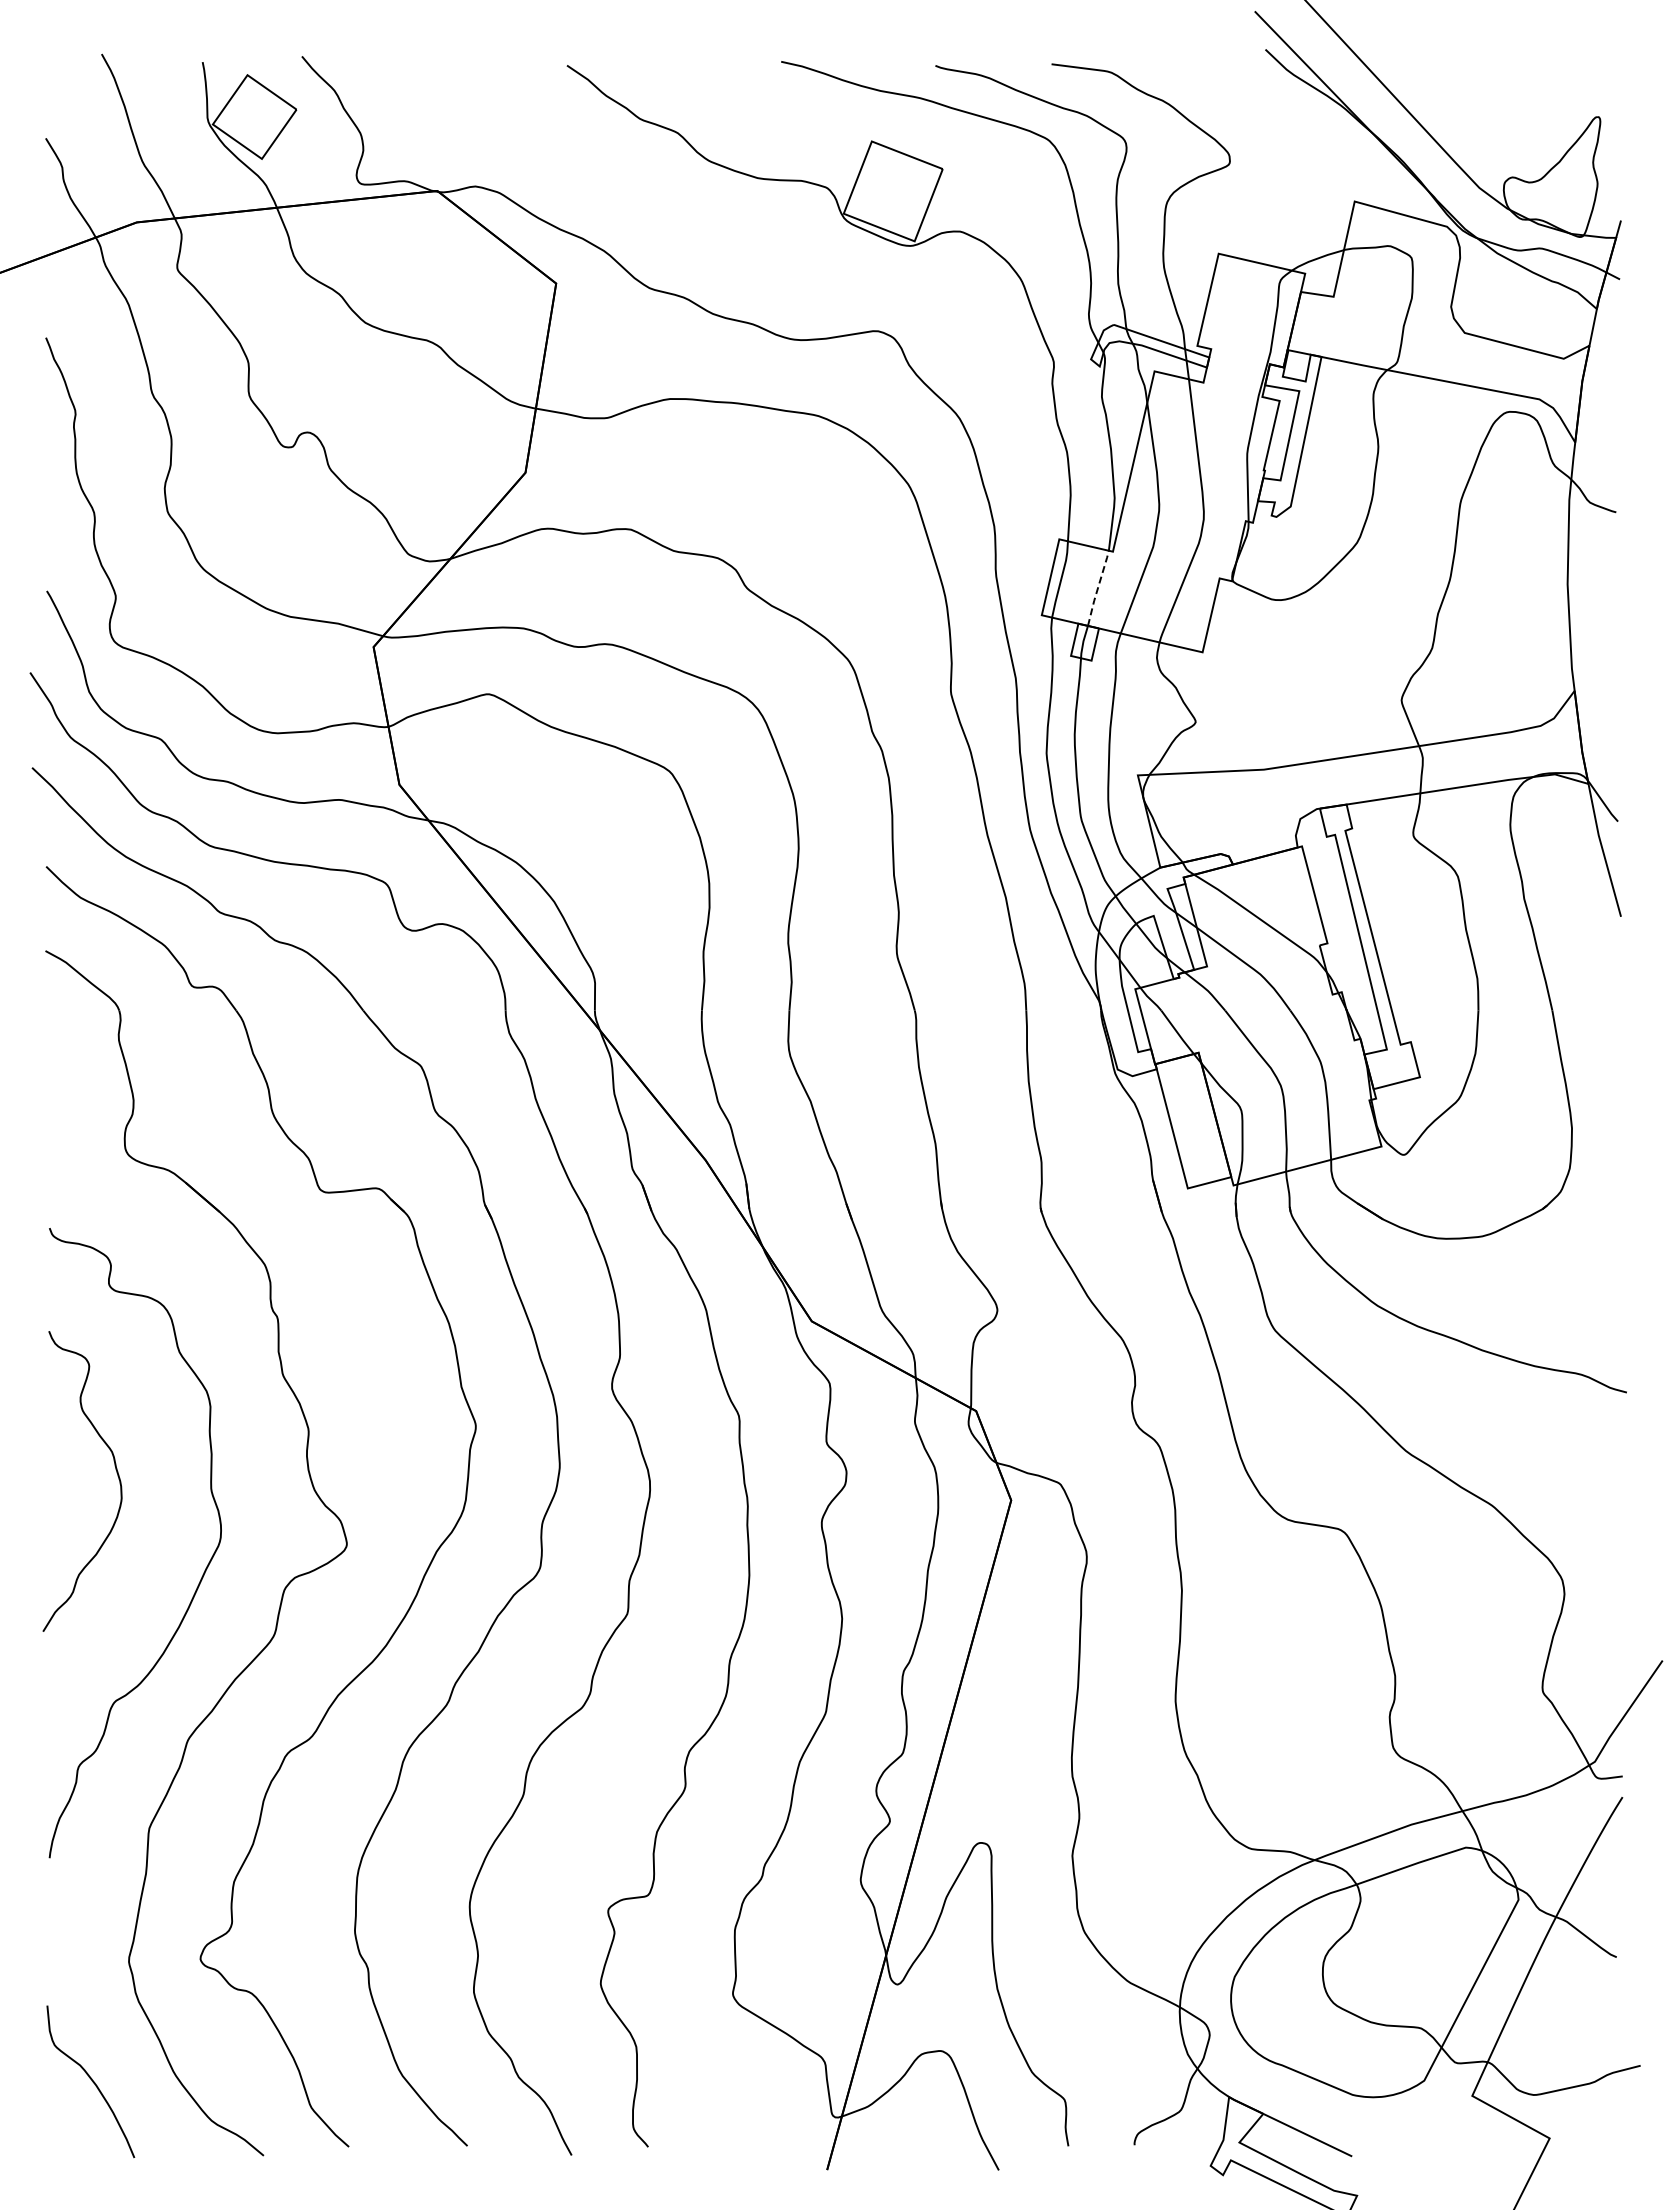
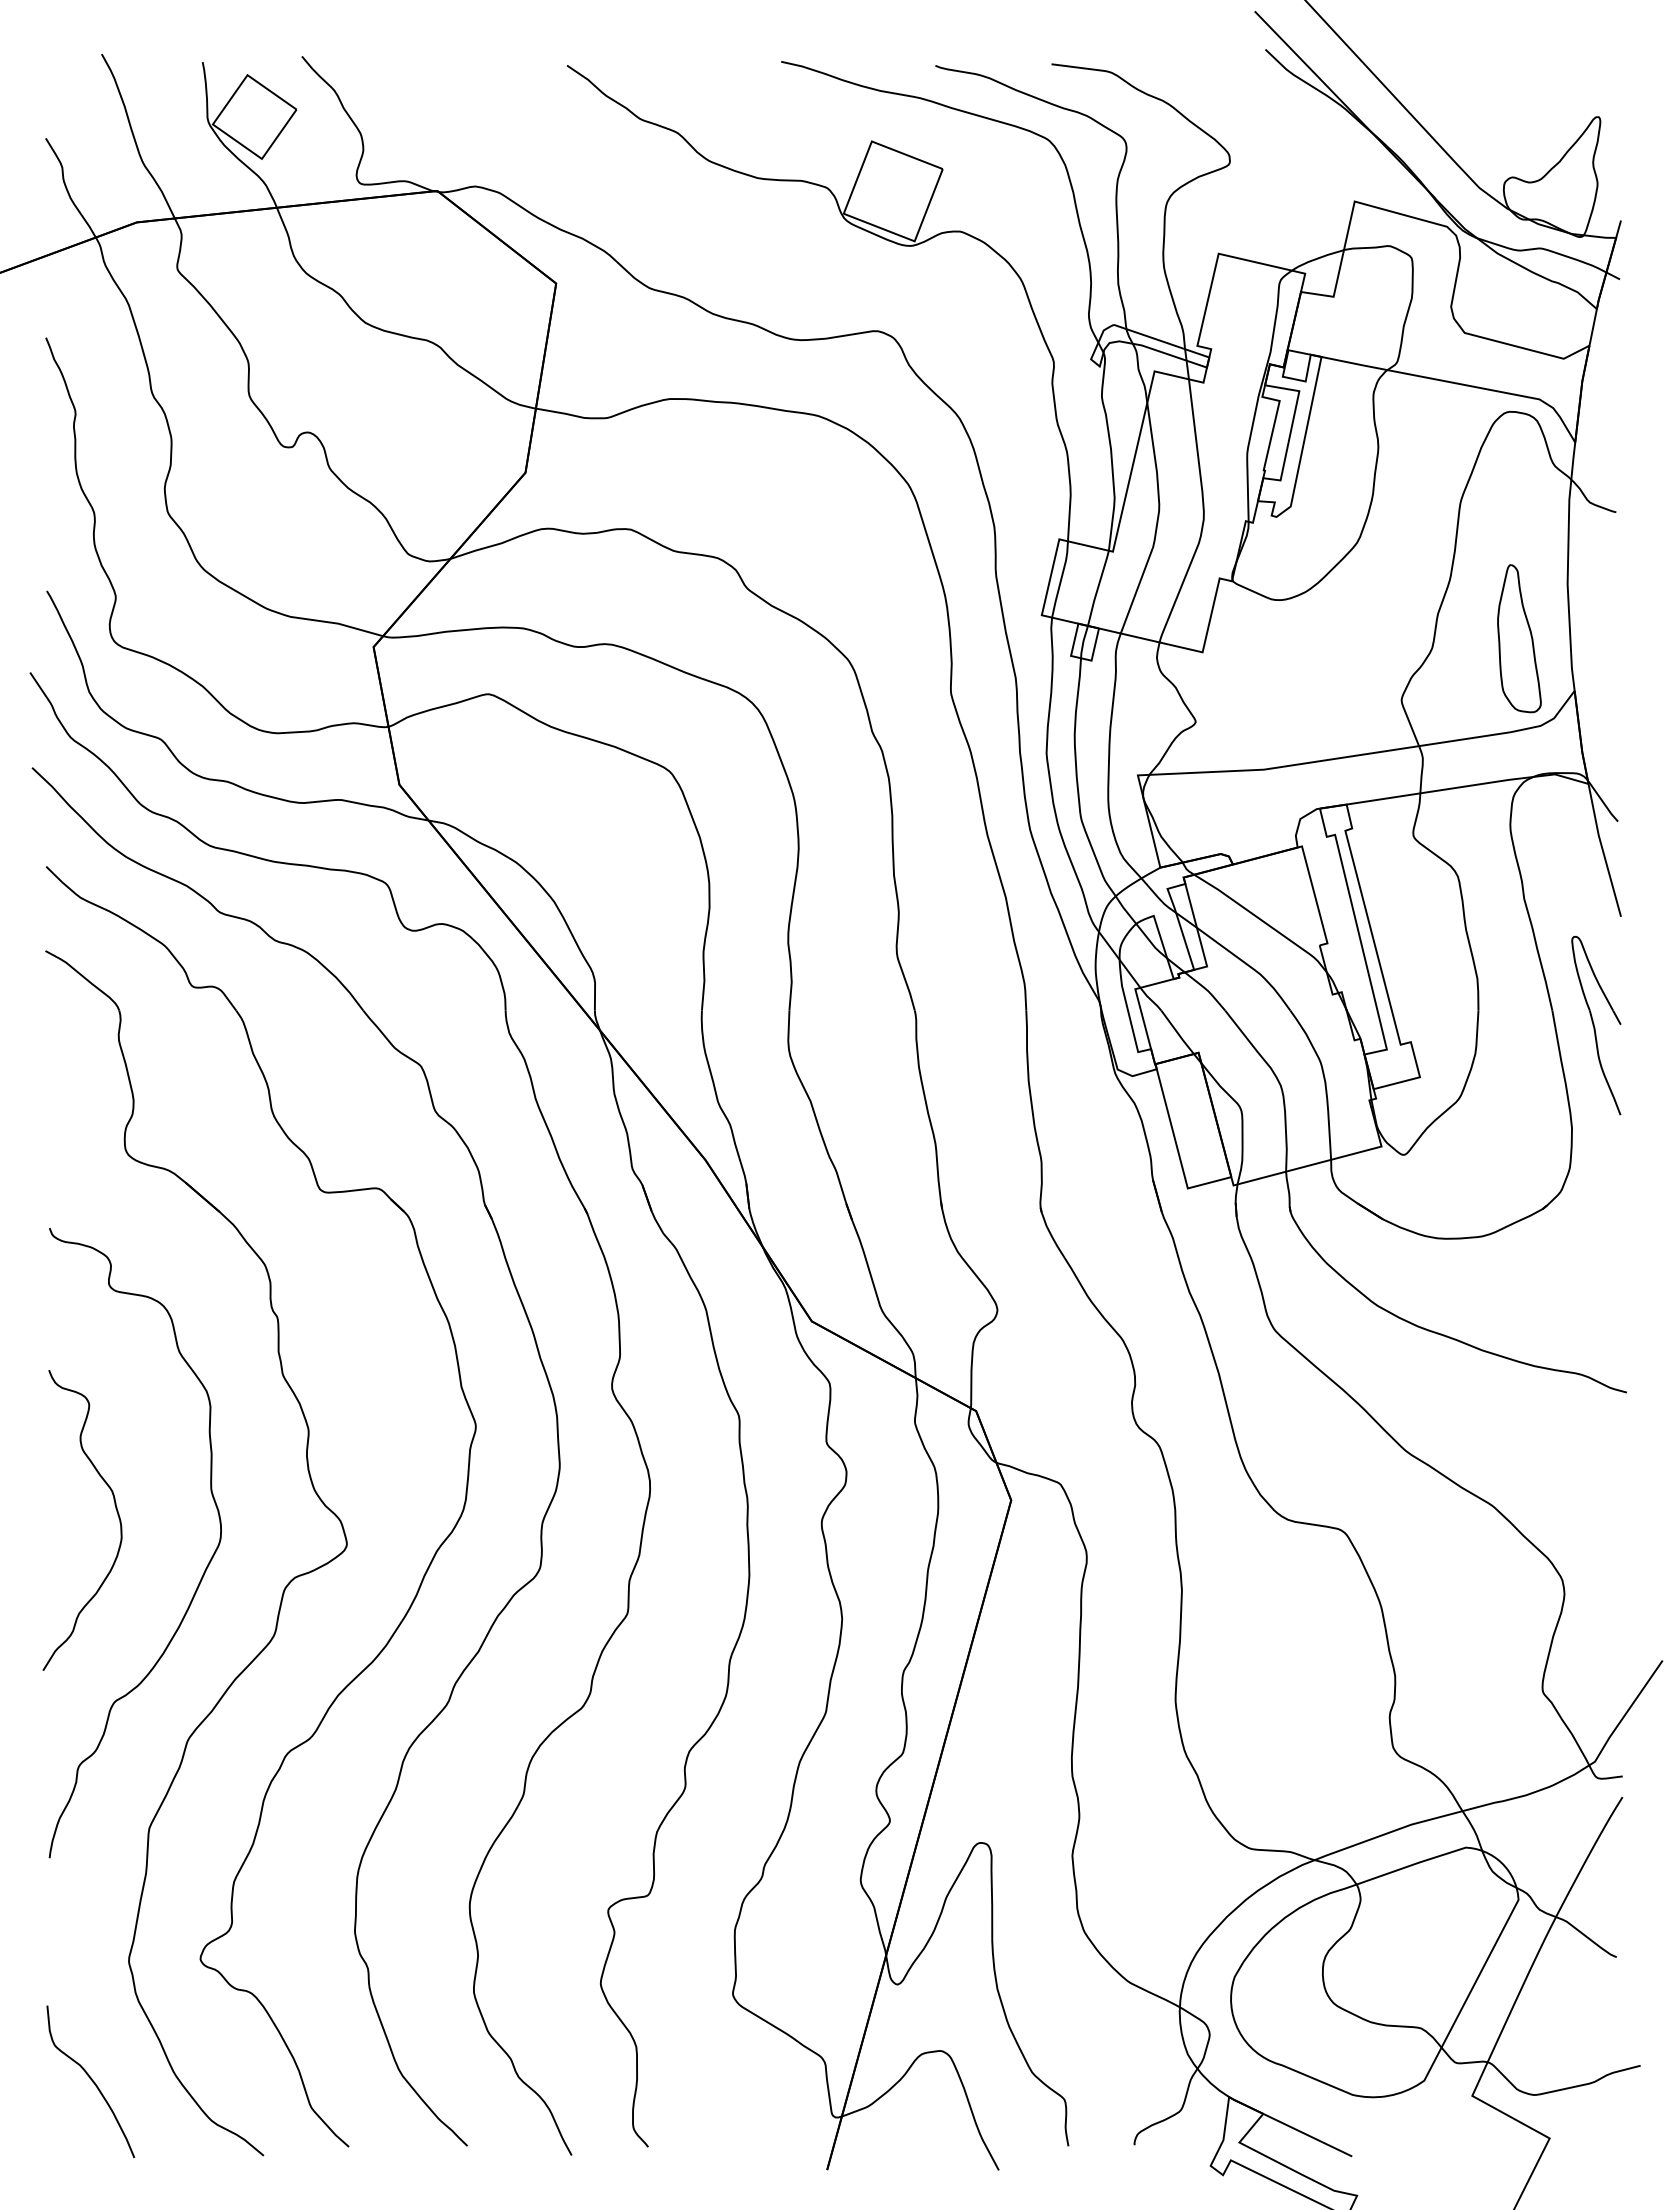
line at (1098, 587): dashed -> solid
part at (1519, 638): none -> present
part at (1596, 1025): none -> present
curve at (116, 1473) position: (116, 1473) -> (116, 1512)
